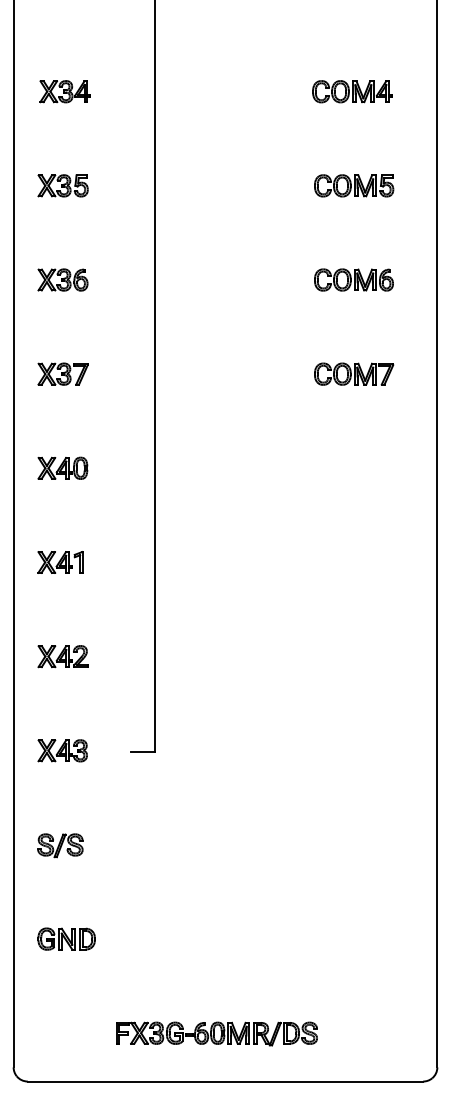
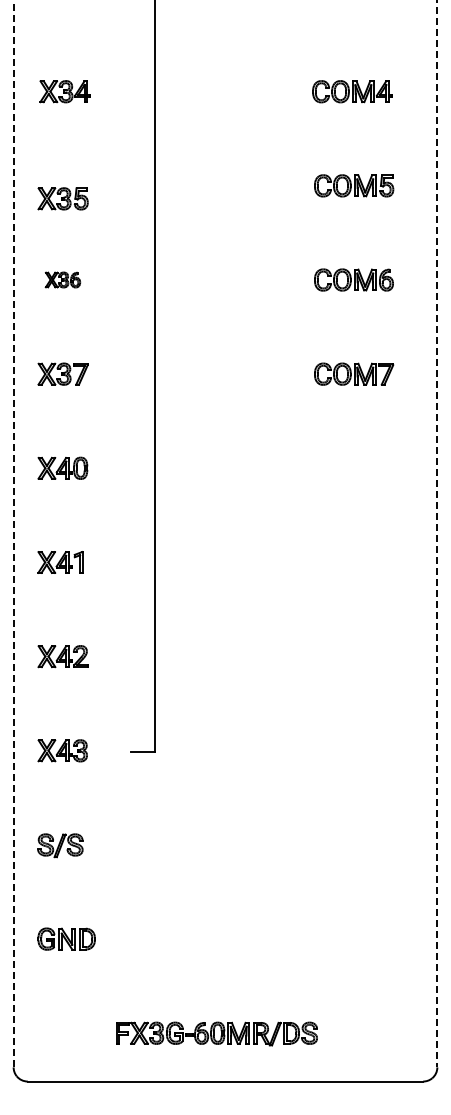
part at (62, 185) position: (62, 185) -> (62, 198)
part at (62, 279) size: 52x24 px -> 38x18 px
line at (13, 533): solid -> dashed
line at (437, 534): solid -> dashed
